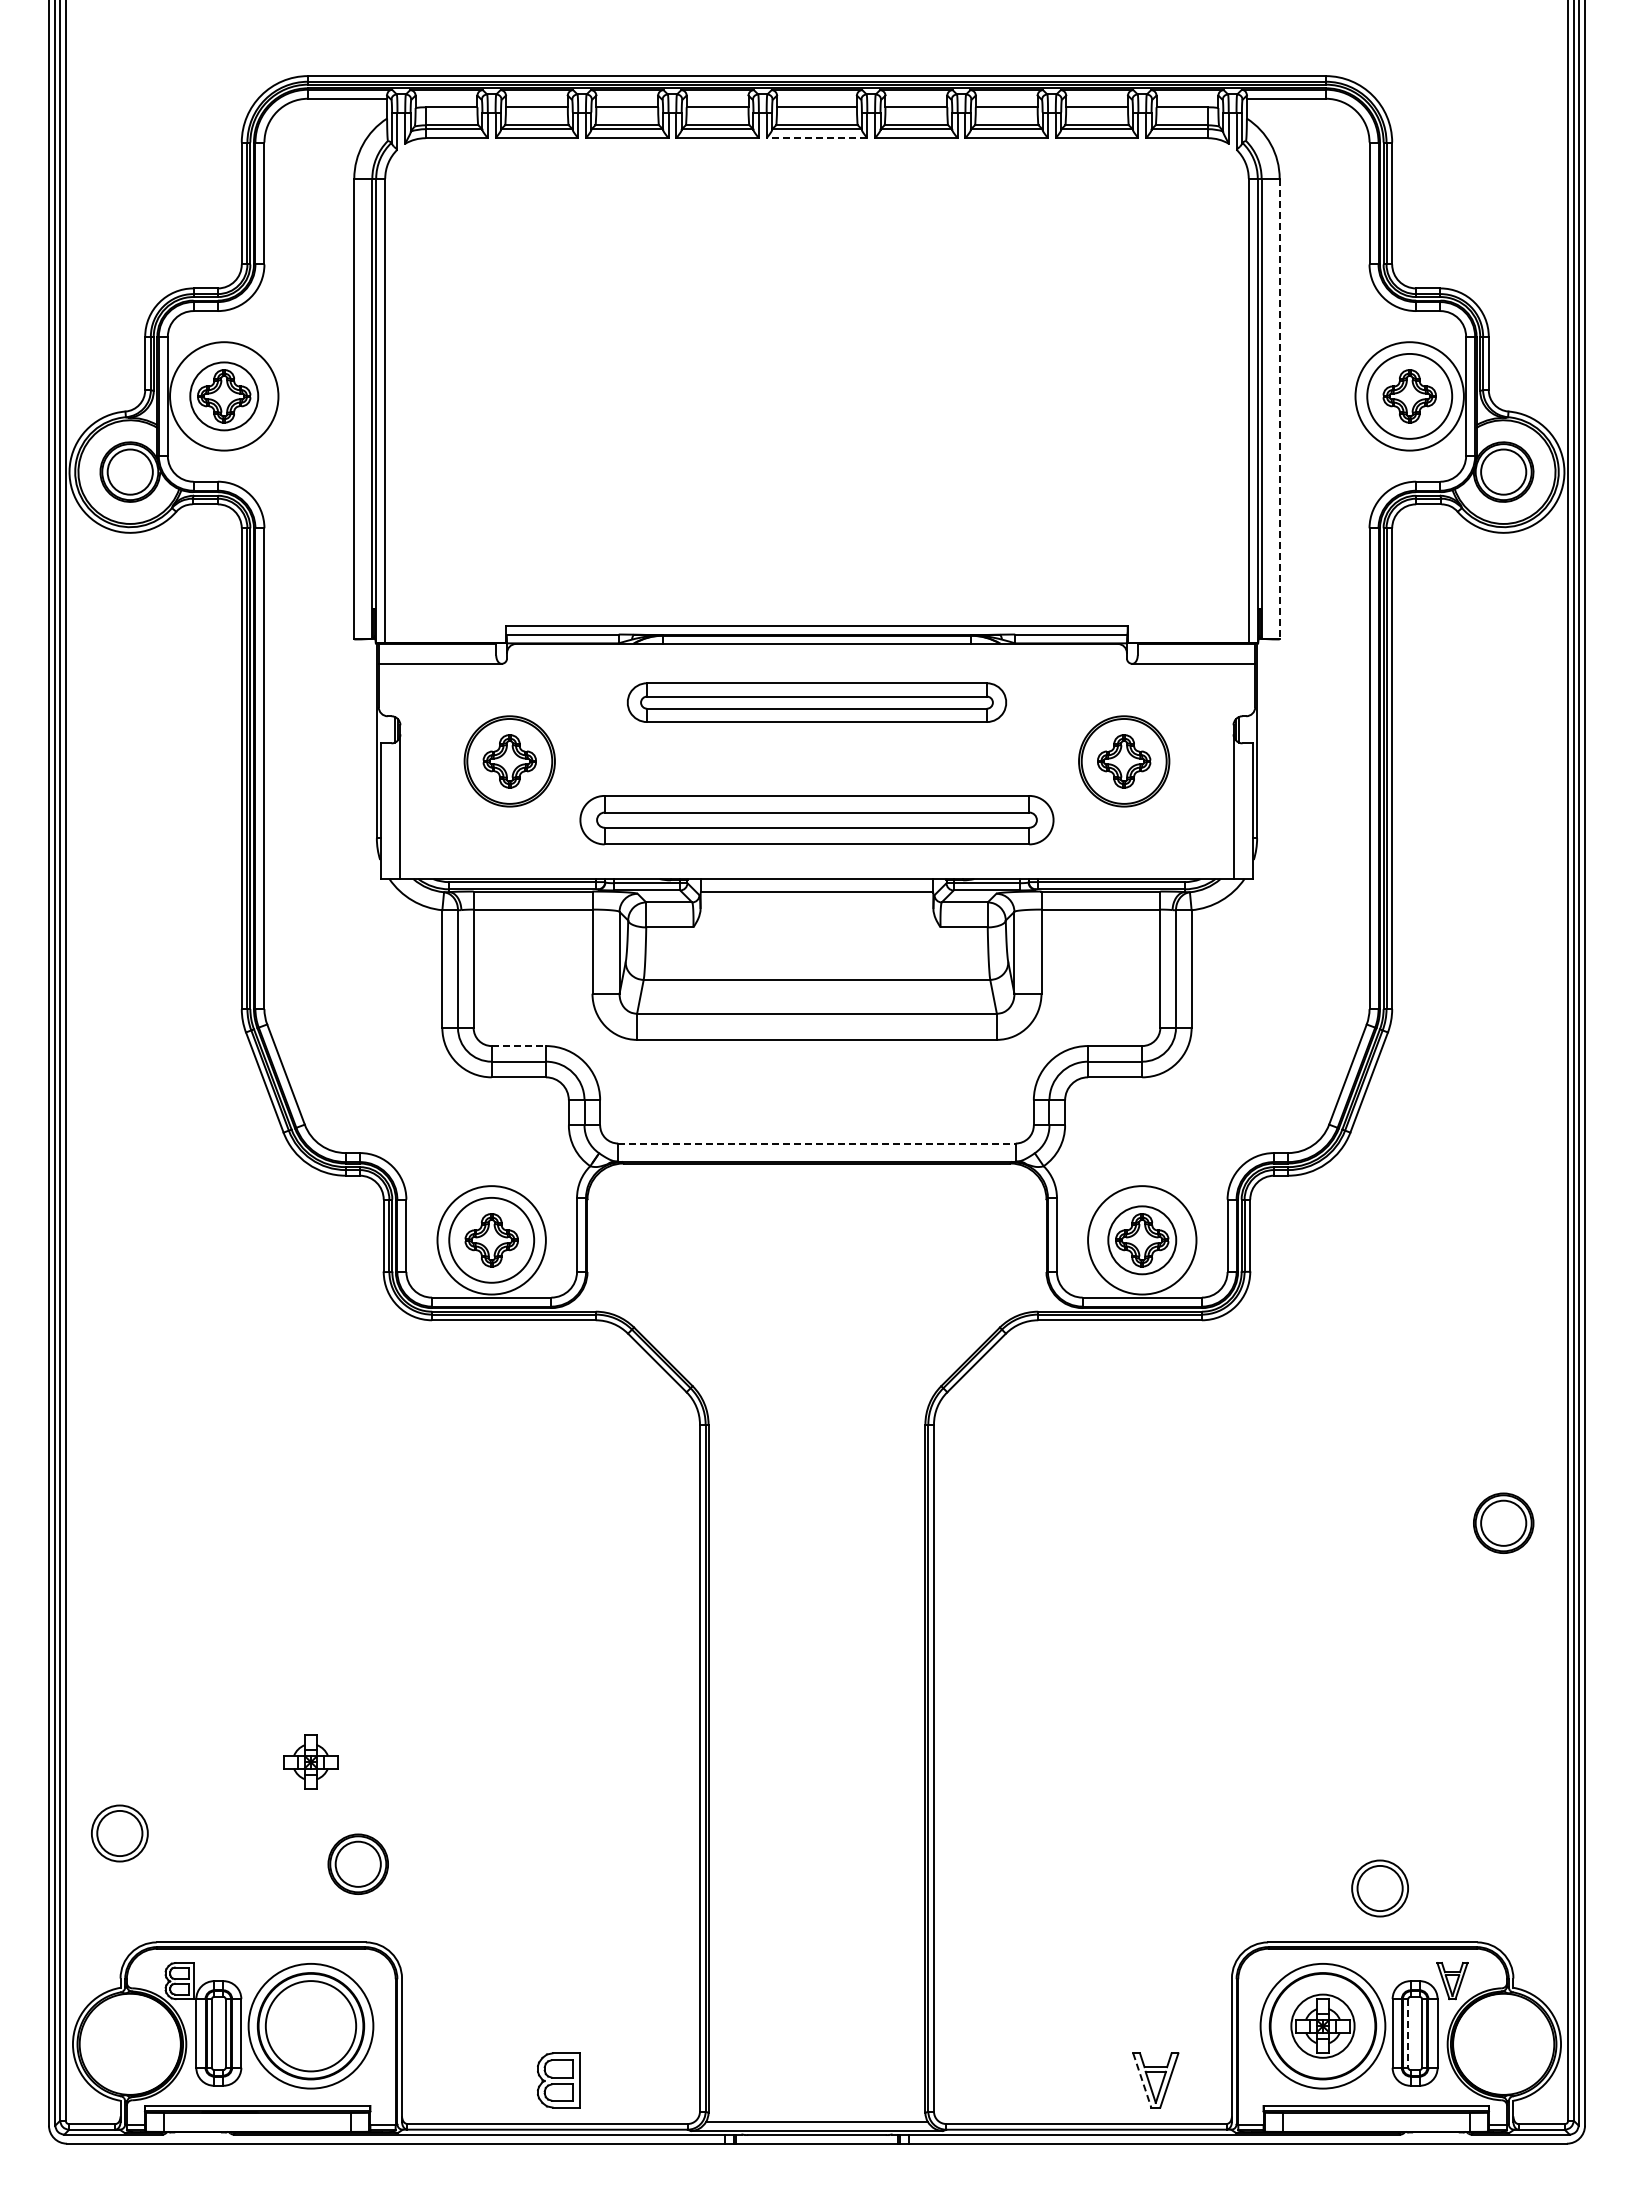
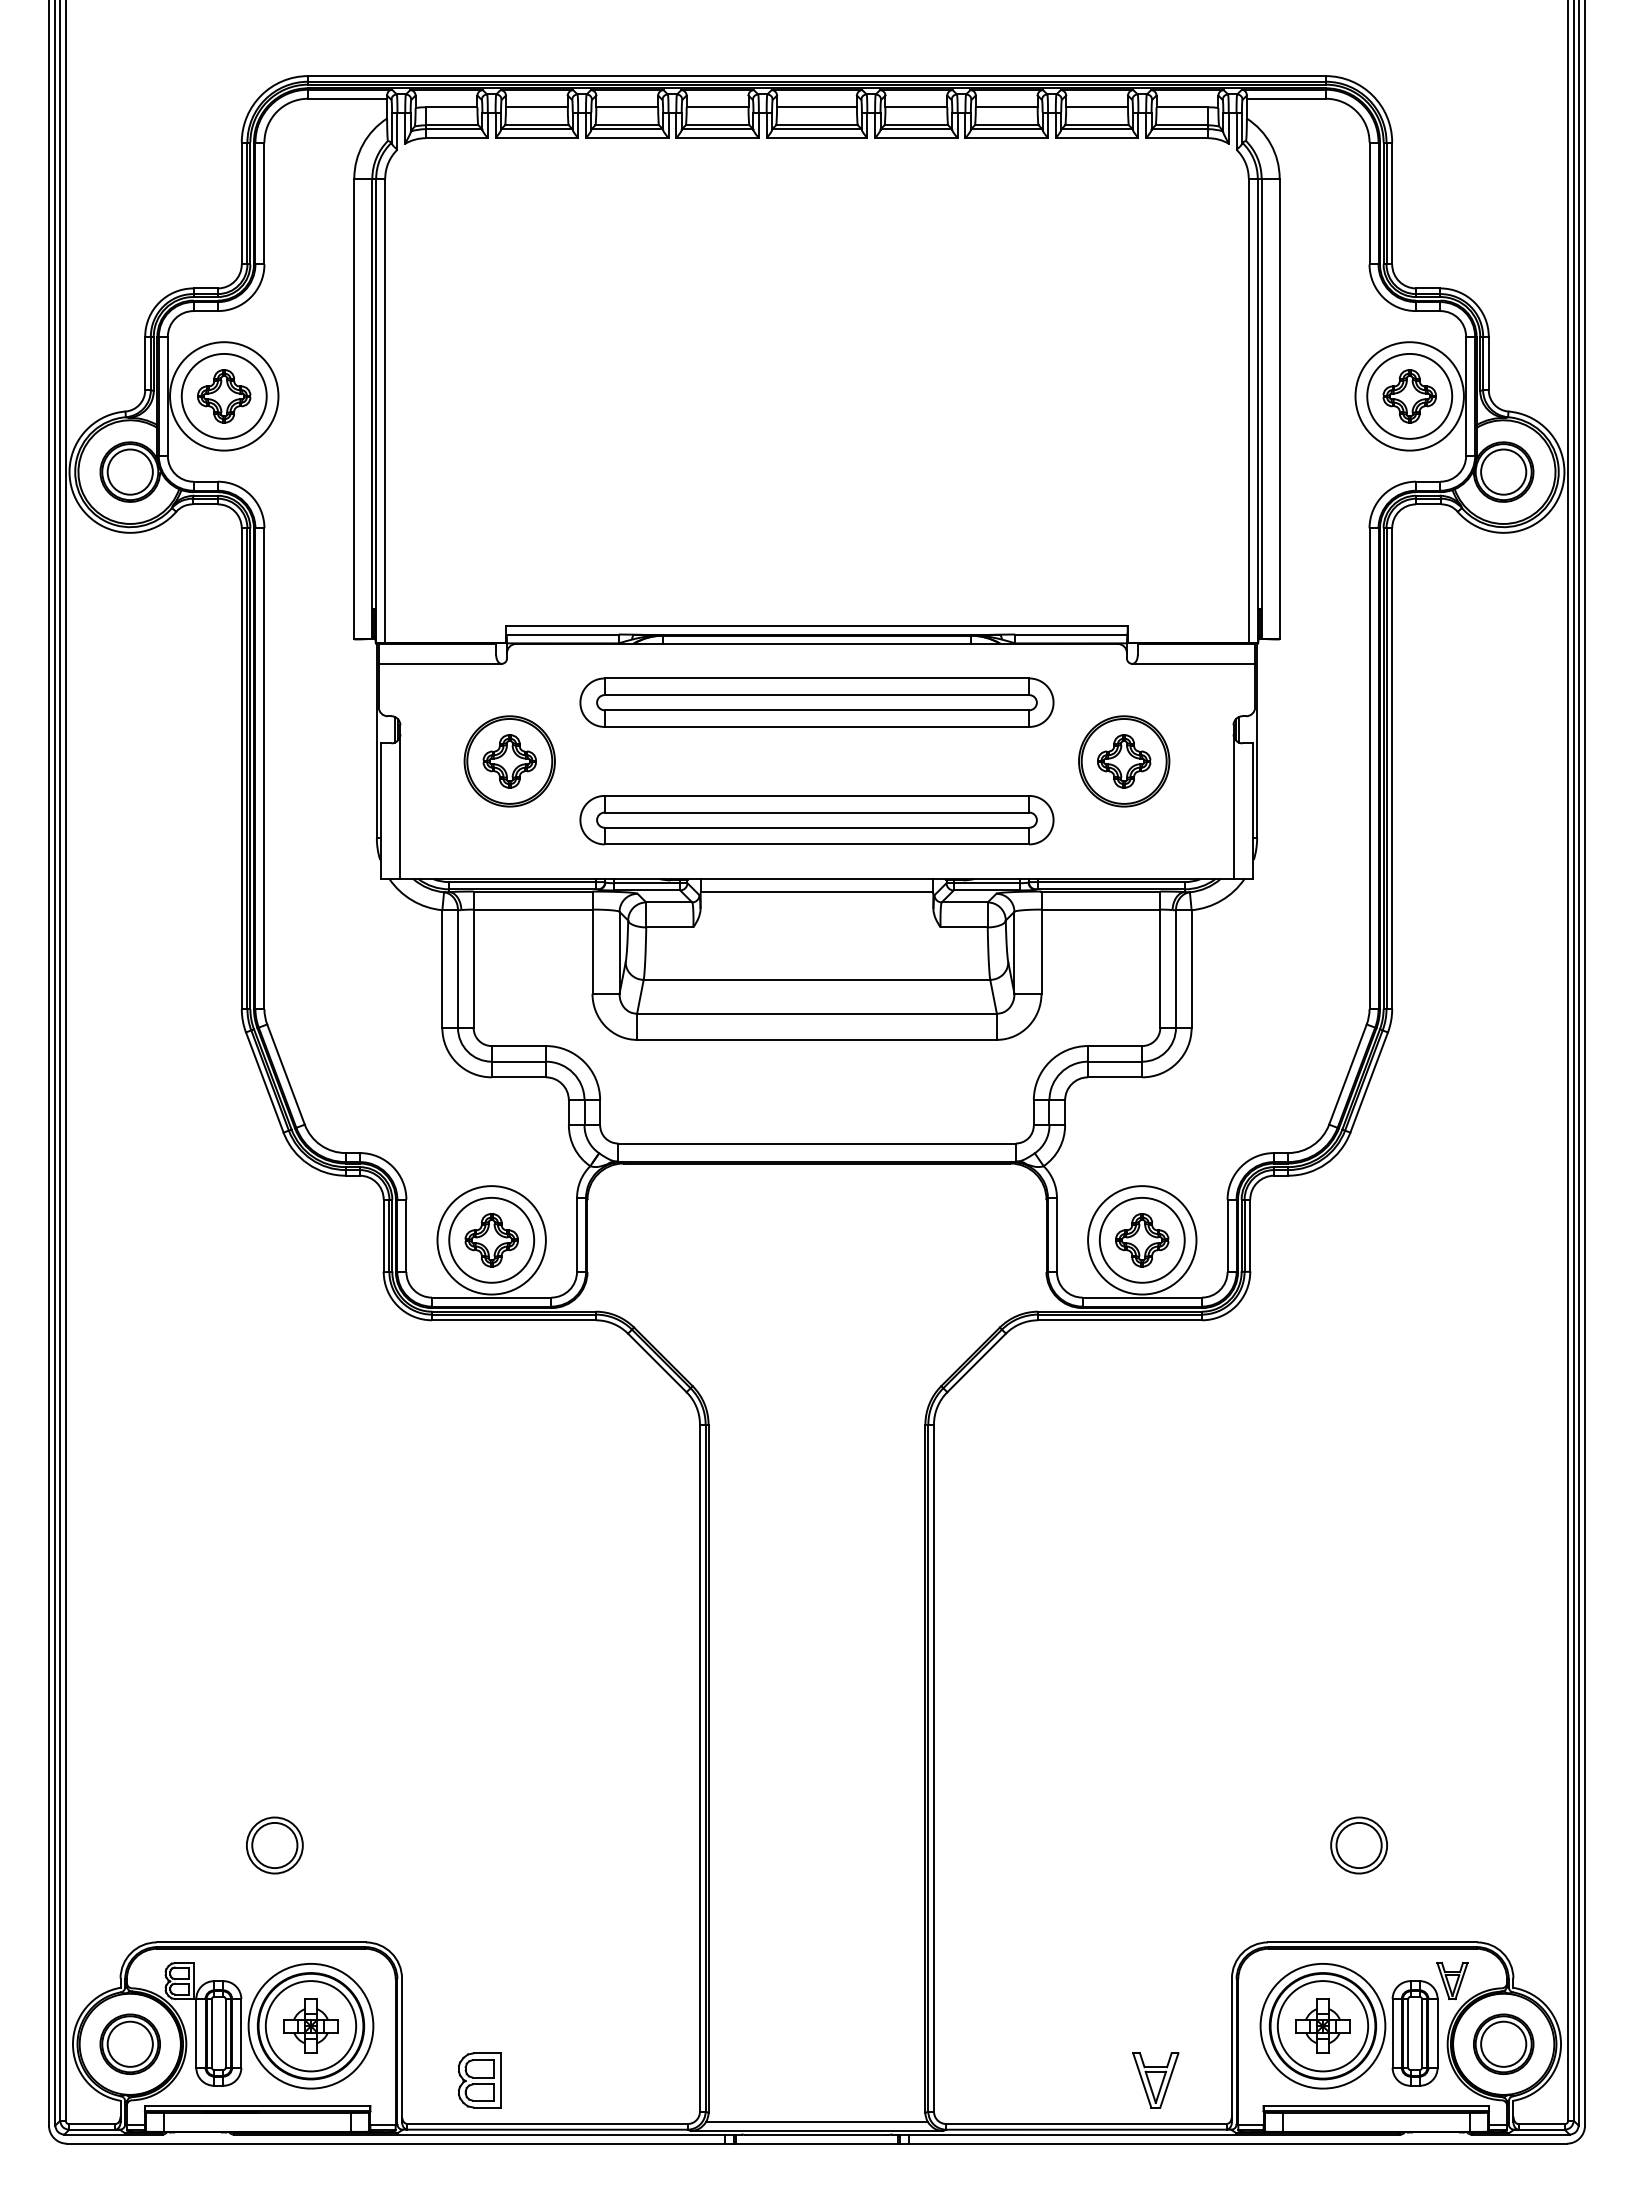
line at (816, 138): dashed -> solid
circle at (224, 396) diameter: 68 px -> 85 px
line at (1279, 409): dashed -> solid
part at (817, 702) size: 381x41 px -> 476x51 px
line at (519, 1046): dashed -> solid
line at (816, 1143): dashed -> solid
circle at (1142, 1240) diameter: 68 px -> 85 px
part at (1503, 1522) position: (1503, 1522) -> (1503, 2043)
part at (310, 1761) position: (310, 1761) -> (310, 2025)
part at (119, 1833) position: (119, 1833) -> (274, 1845)
part at (357, 1863) position: (357, 1863) -> (129, 2043)
part at (1379, 1888) position: (1379, 1888) -> (1358, 1845)
circle at (1322, 2025) diameter: 63 px -> 90 px
line at (1408, 2033): dashed -> solid
part at (558, 2080) position: (558, 2080) -> (479, 2080)
line at (1142, 2080): dashed -> solid
